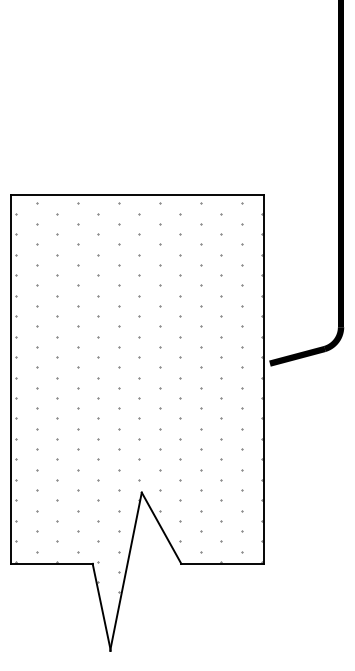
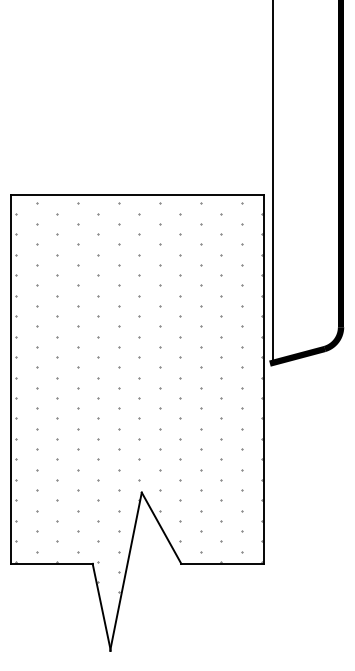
line at (273, 182): none -> present
